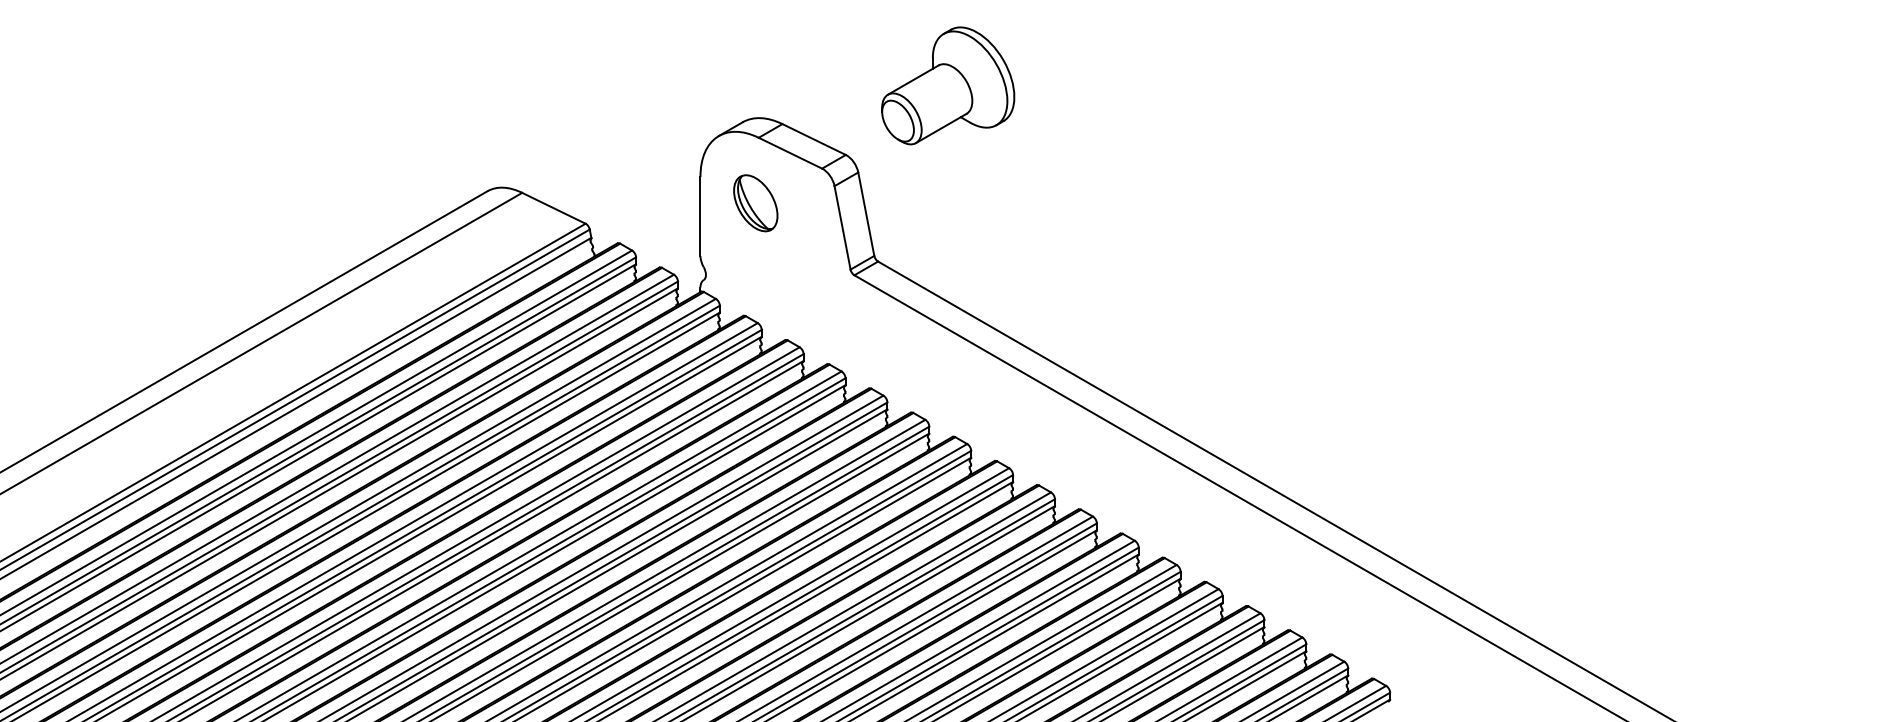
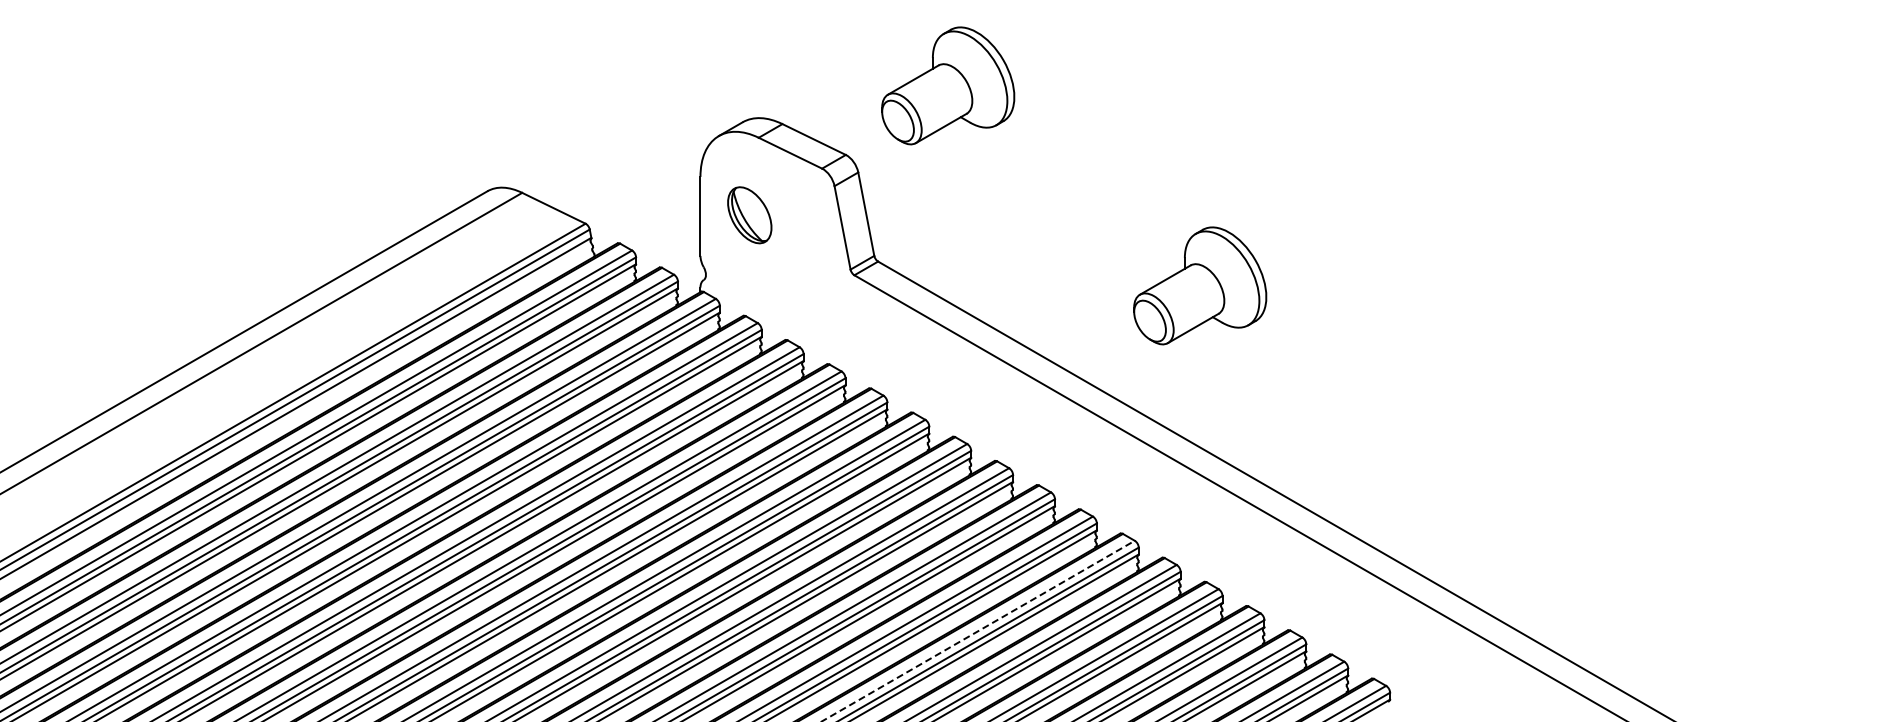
part at (755, 203) position: (755, 203) -> (749, 215)
part at (1200, 285): none -> present
line at (978, 631): solid -> dashed
